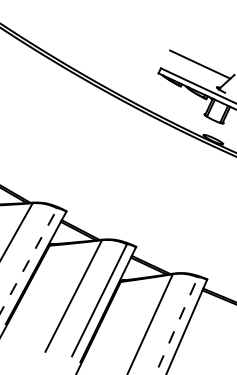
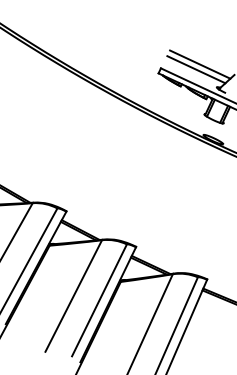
line at (196, 69): none -> present
line at (28, 261): dashed -> solid
line at (176, 325): dashed -> solid
